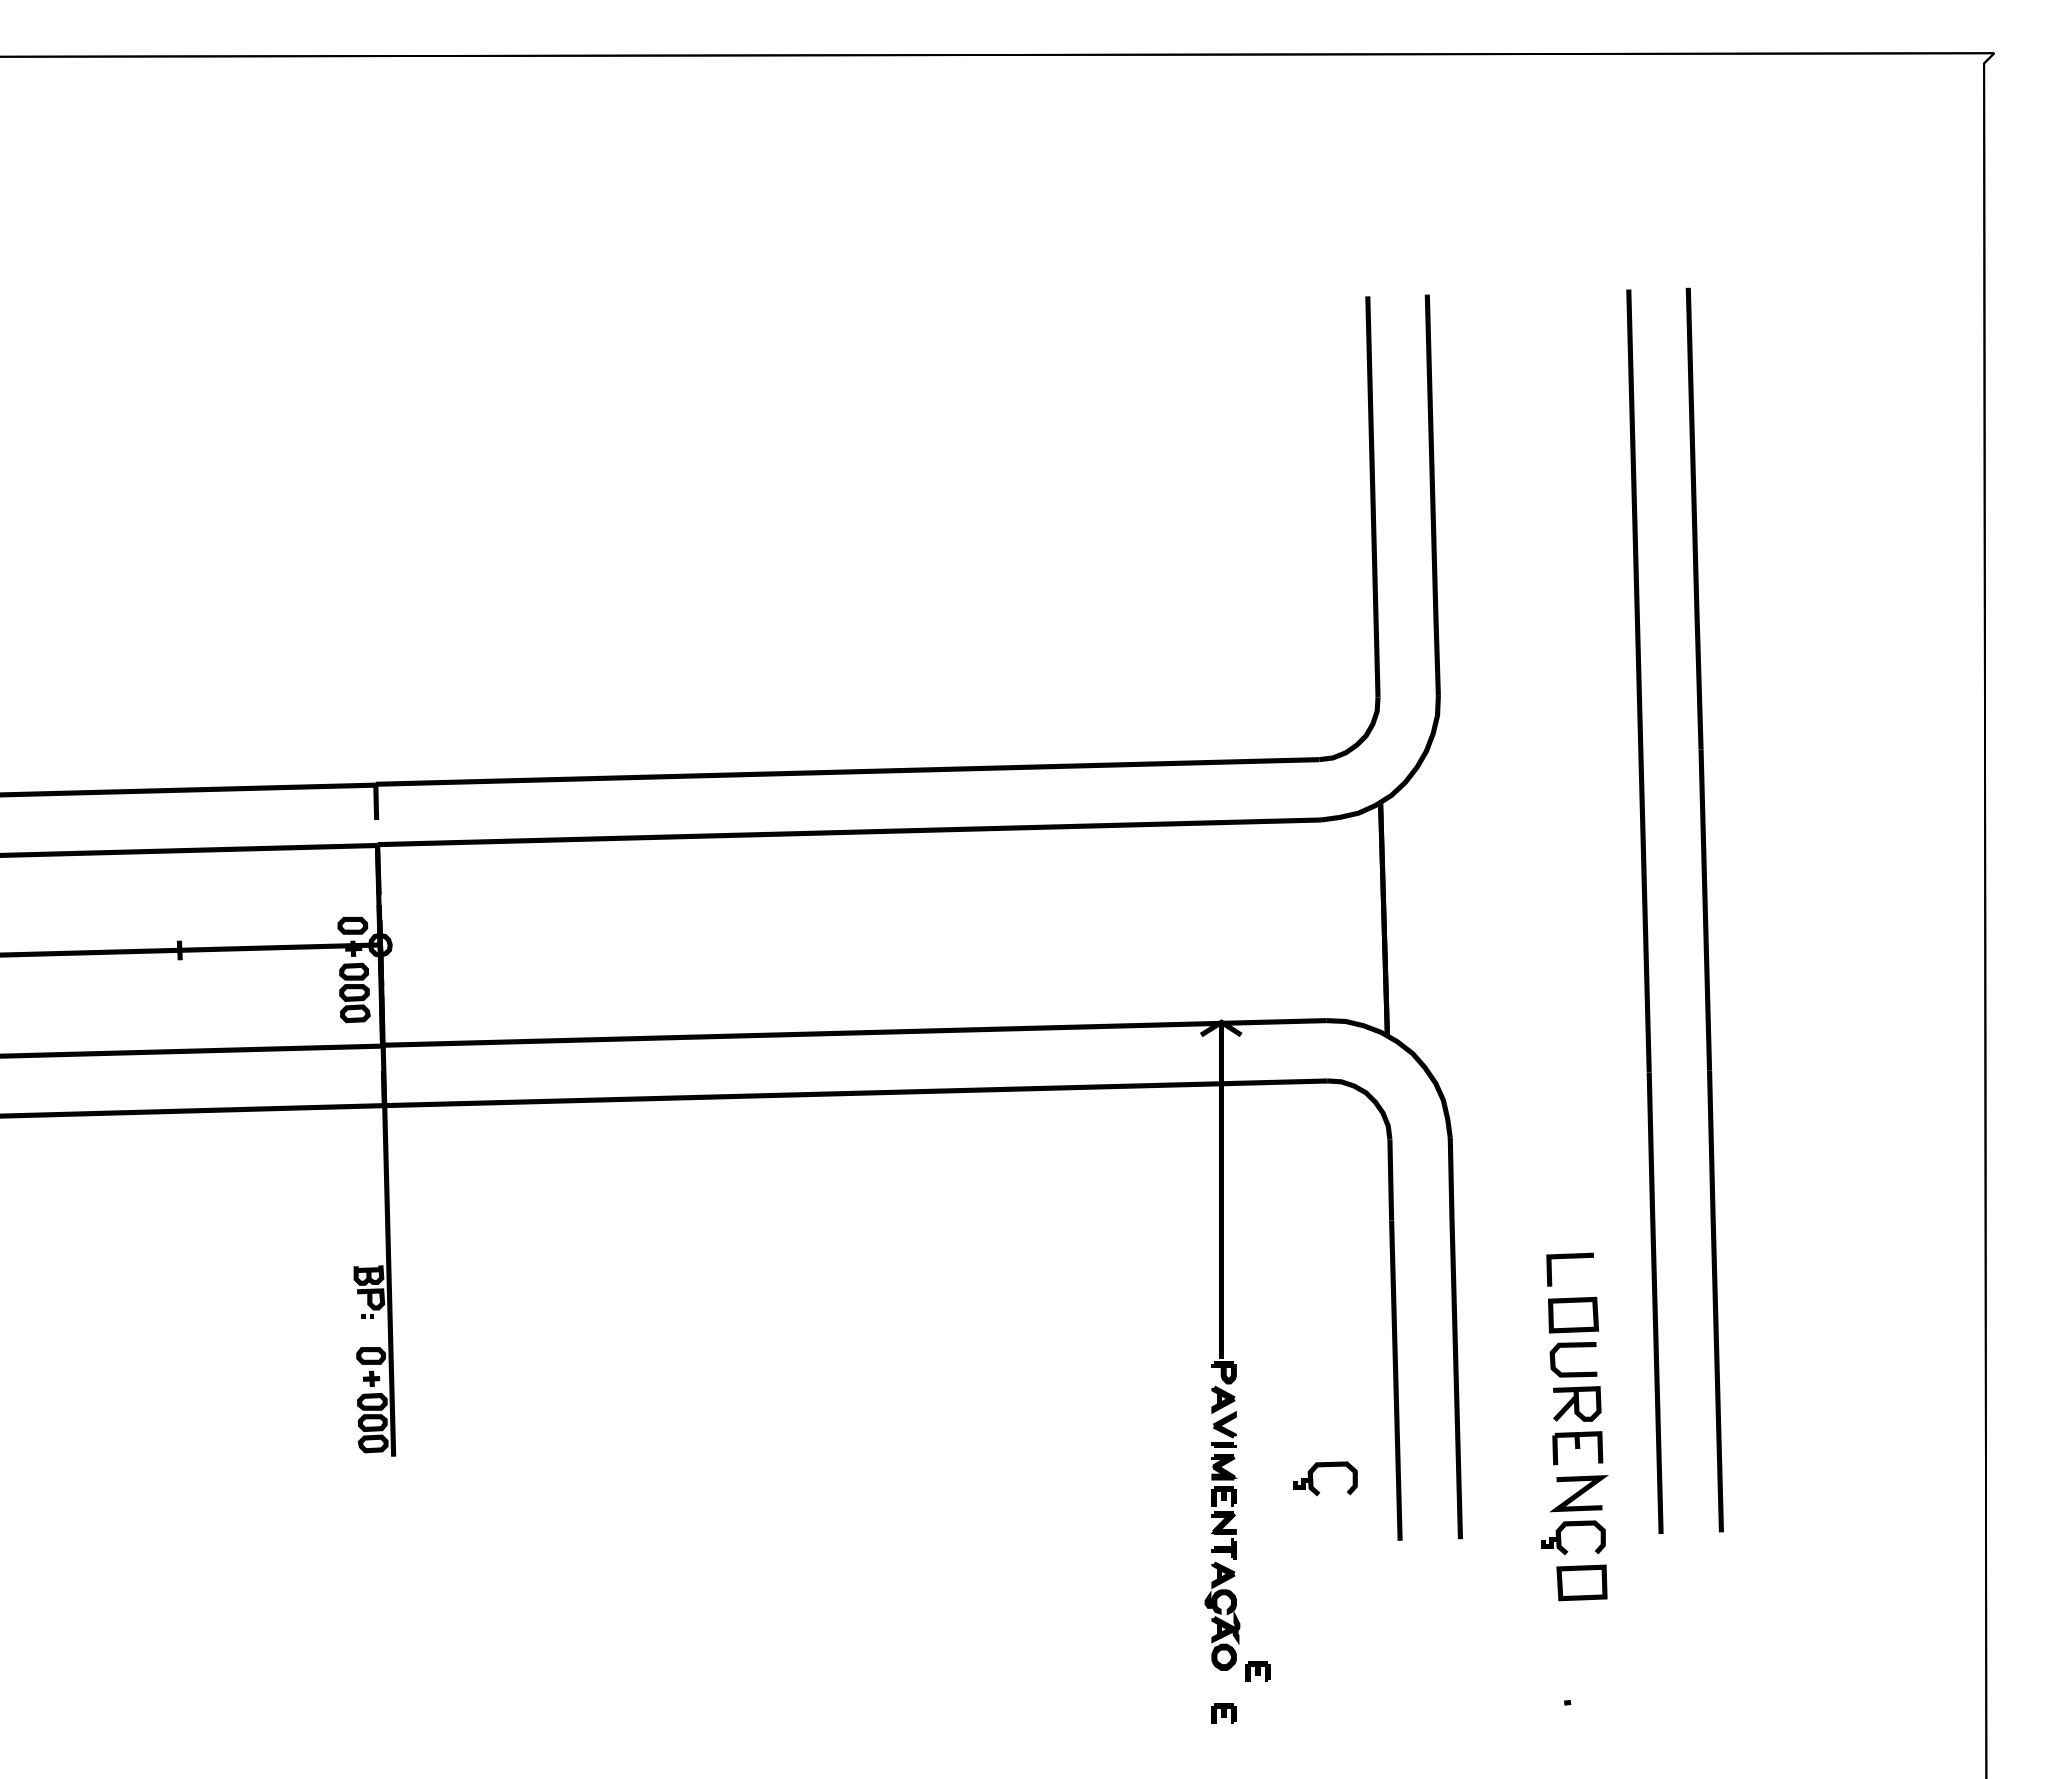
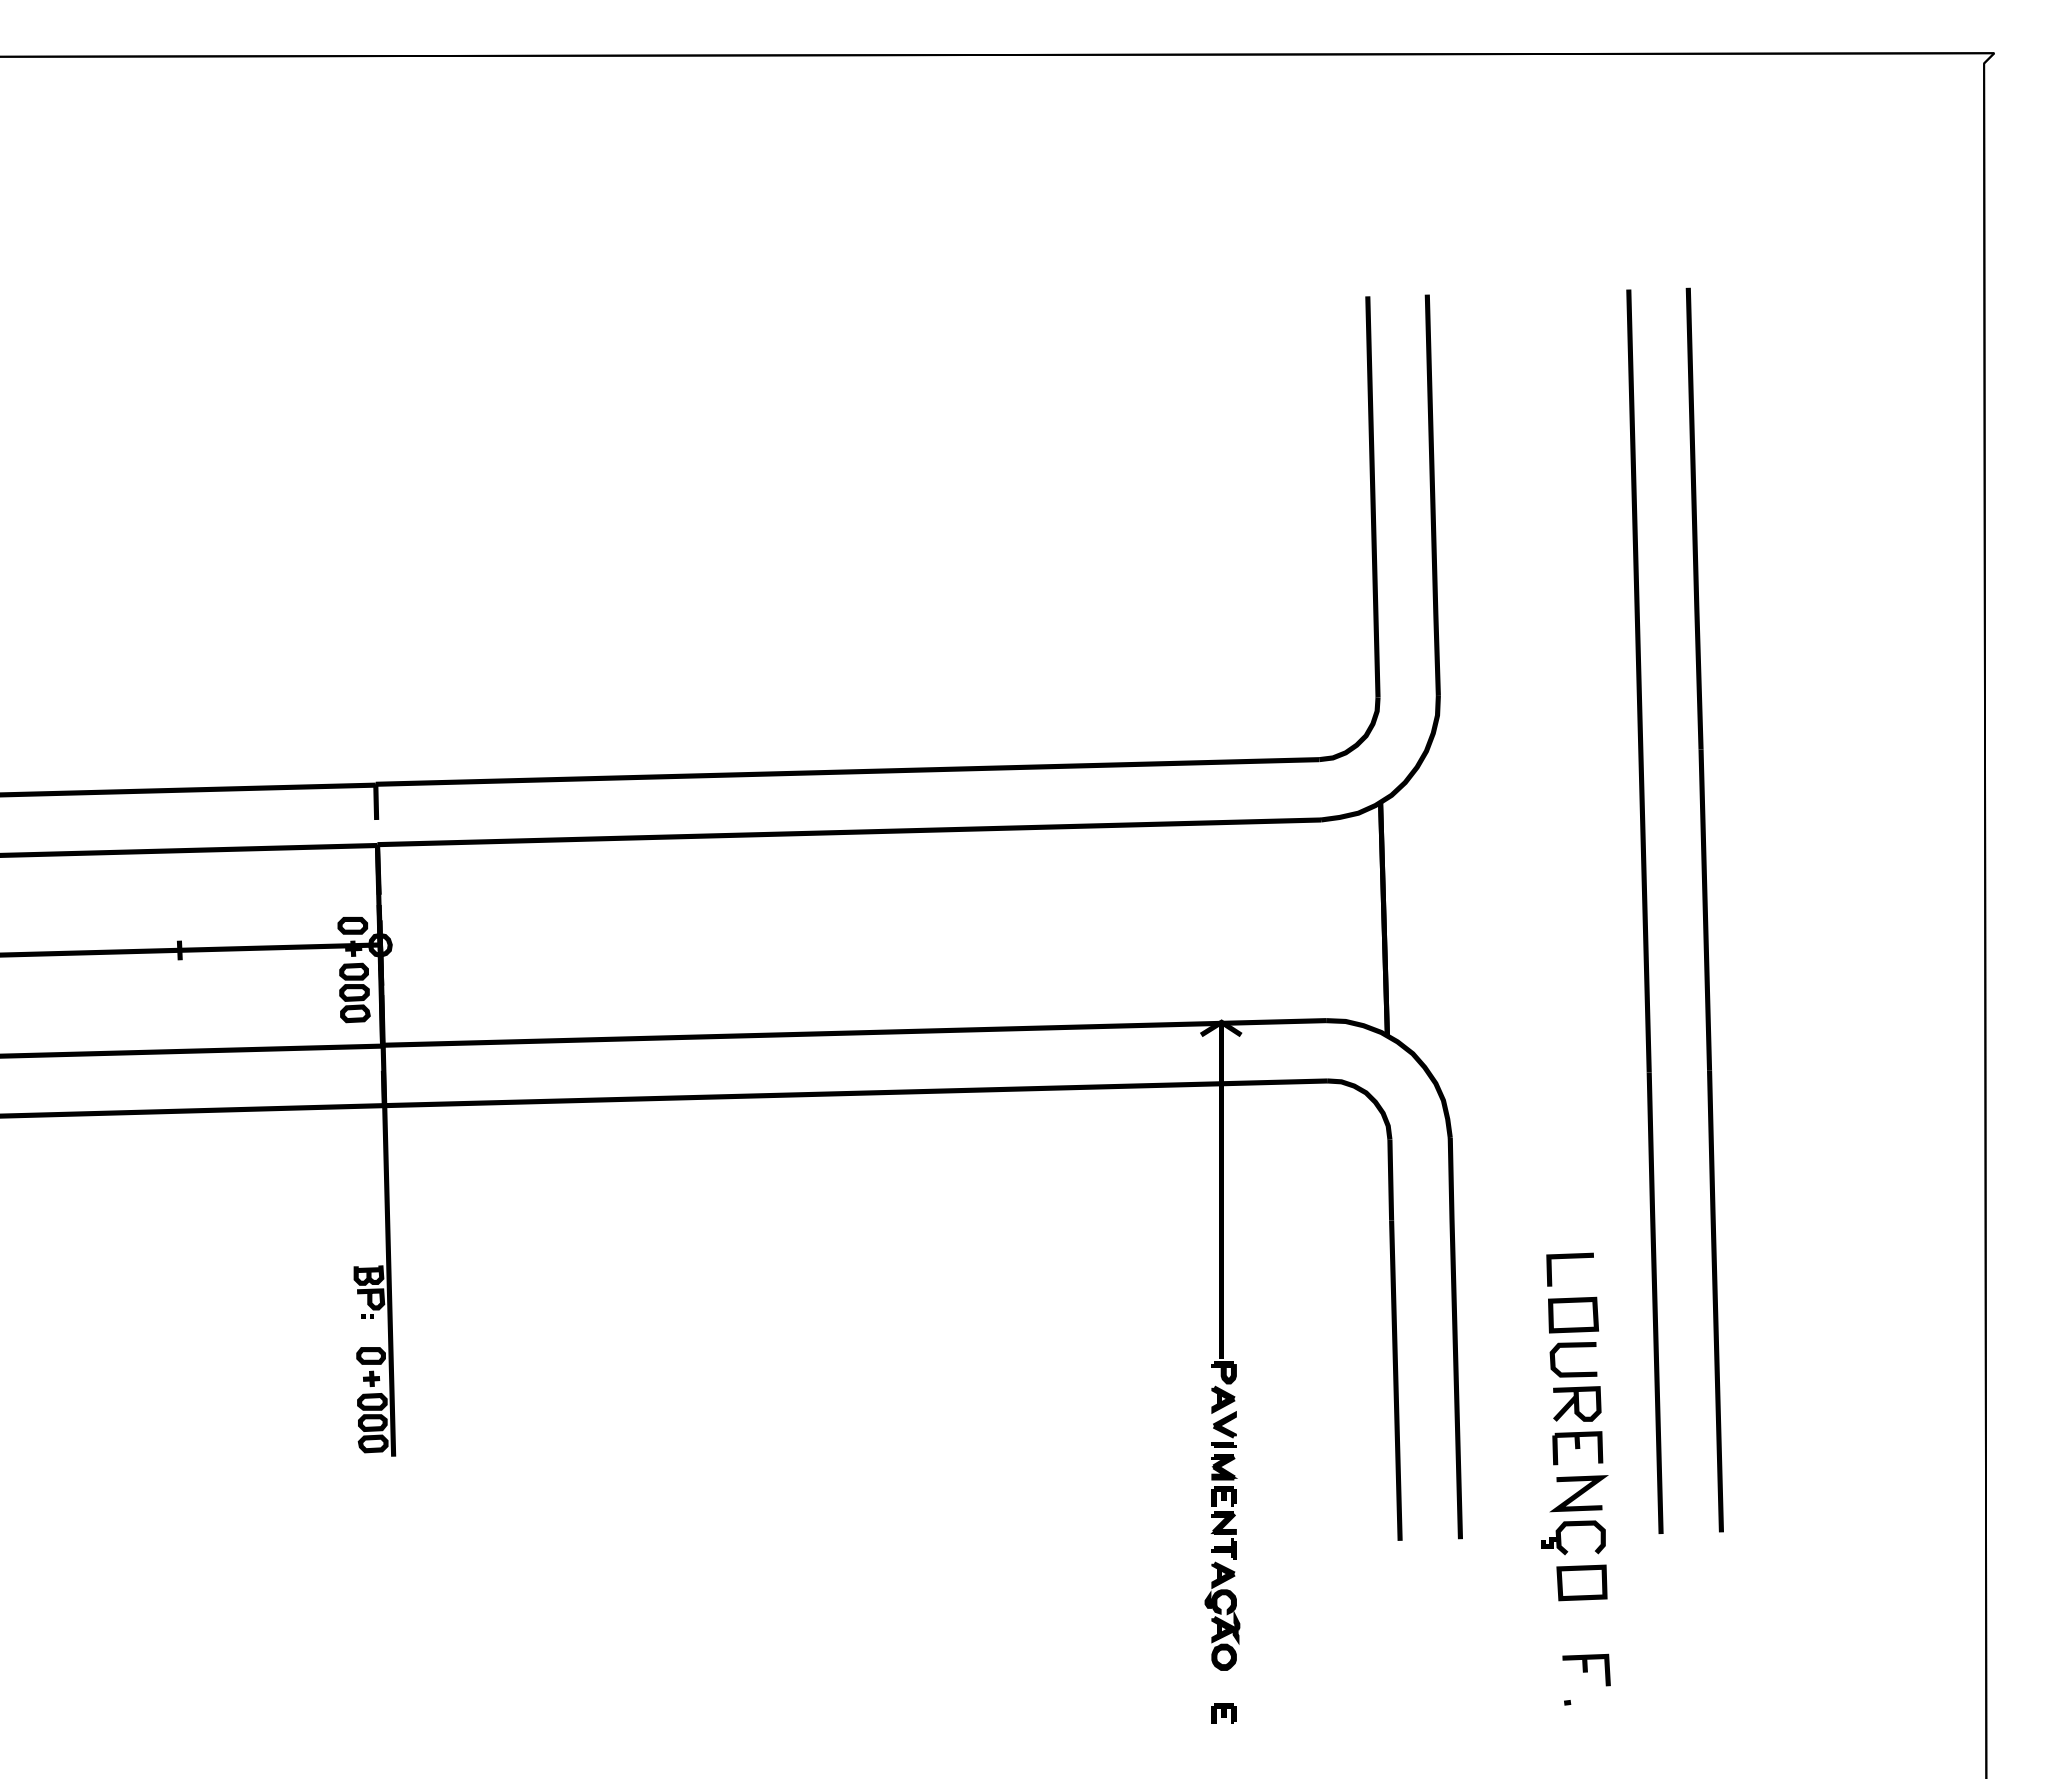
part at (1325, 1467): present -> none
part at (1586, 1669): none -> present
part at (1257, 1671): present -> none
